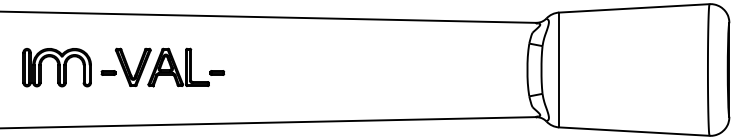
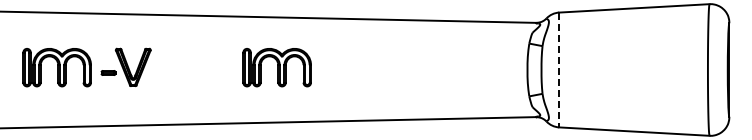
part at (186, 67): present -> none
part at (276, 67): none -> present
line at (559, 70): solid -> dashed
